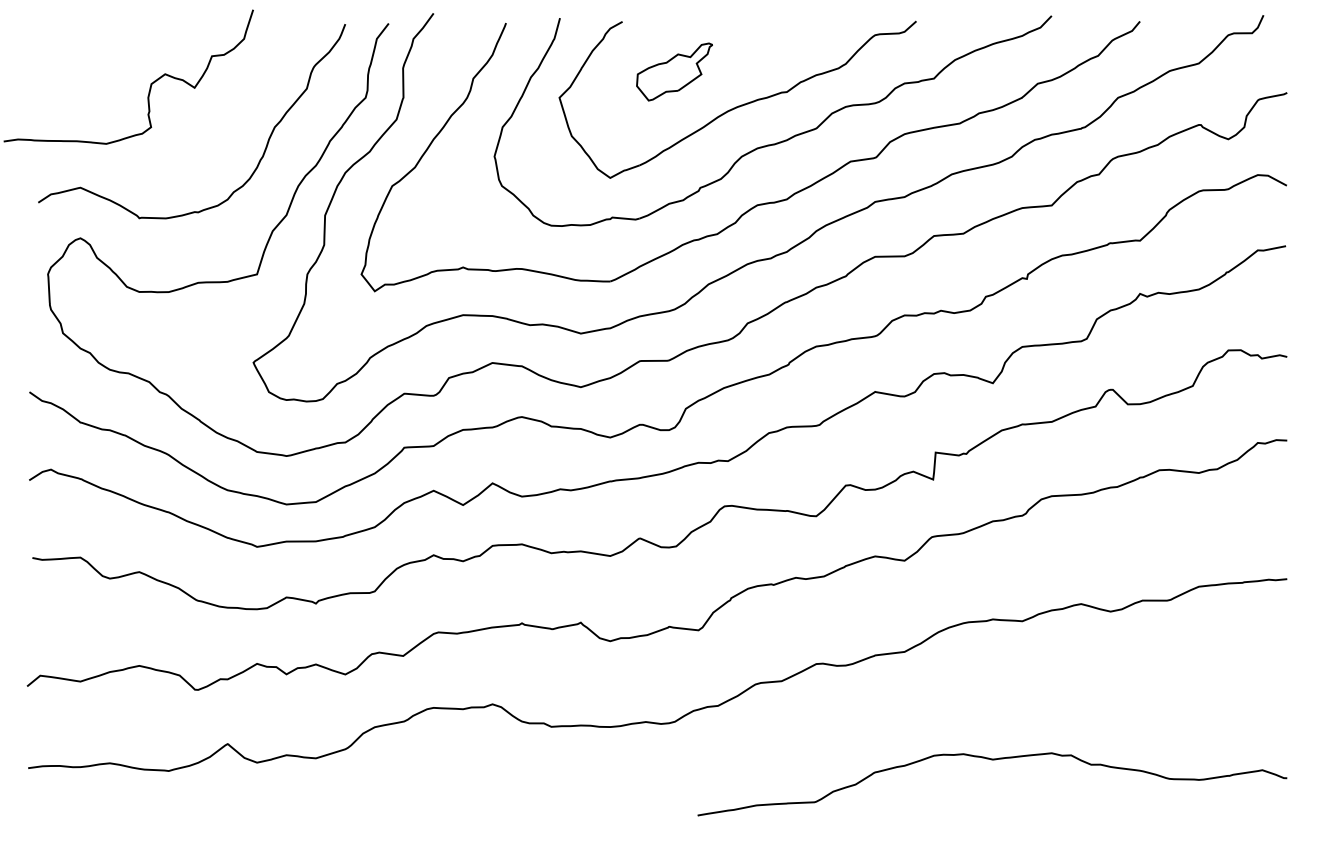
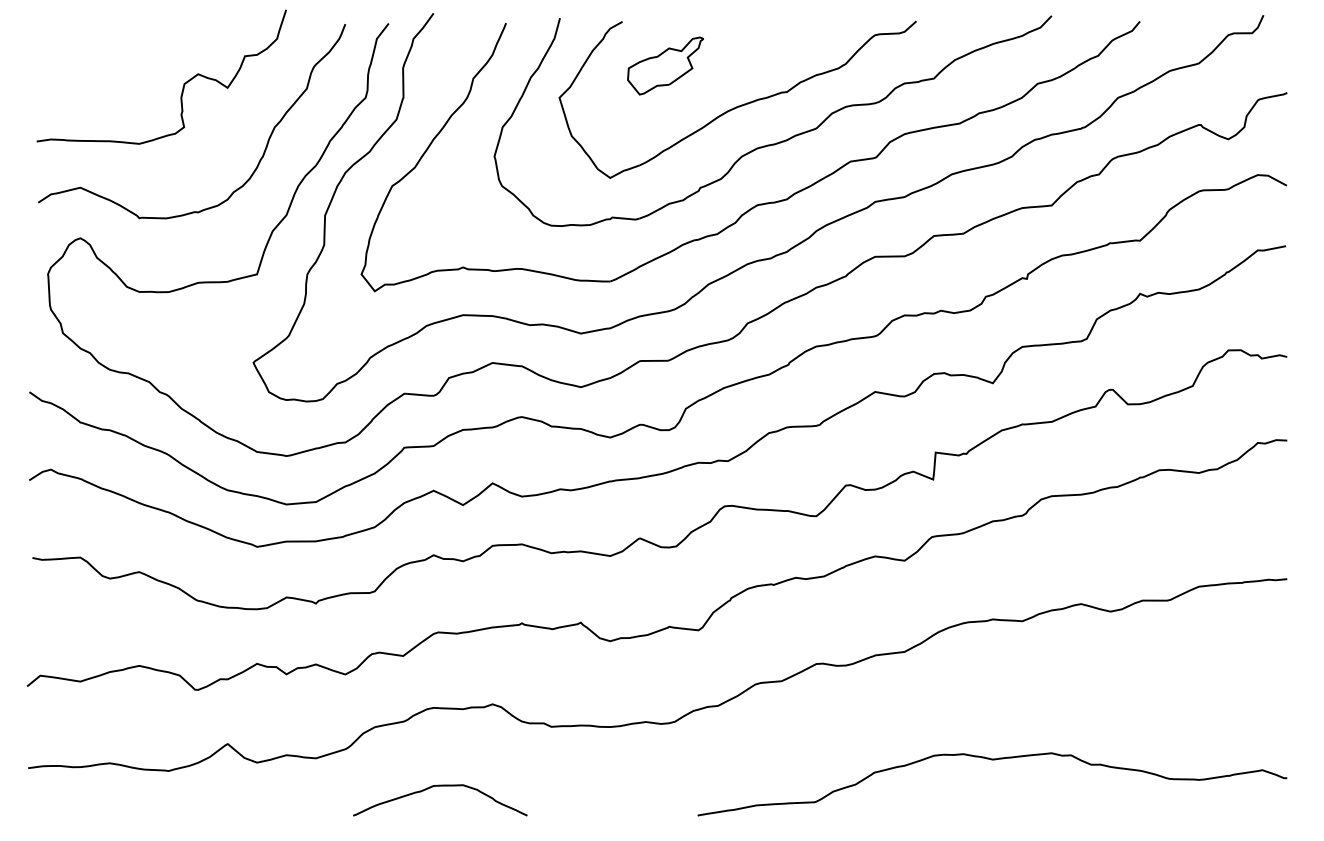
part at (674, 71) position: (674, 71) -> (665, 65)
curve at (150, 83) position: (150, 83) -> (183, 83)
curve at (440, 786): none -> present
